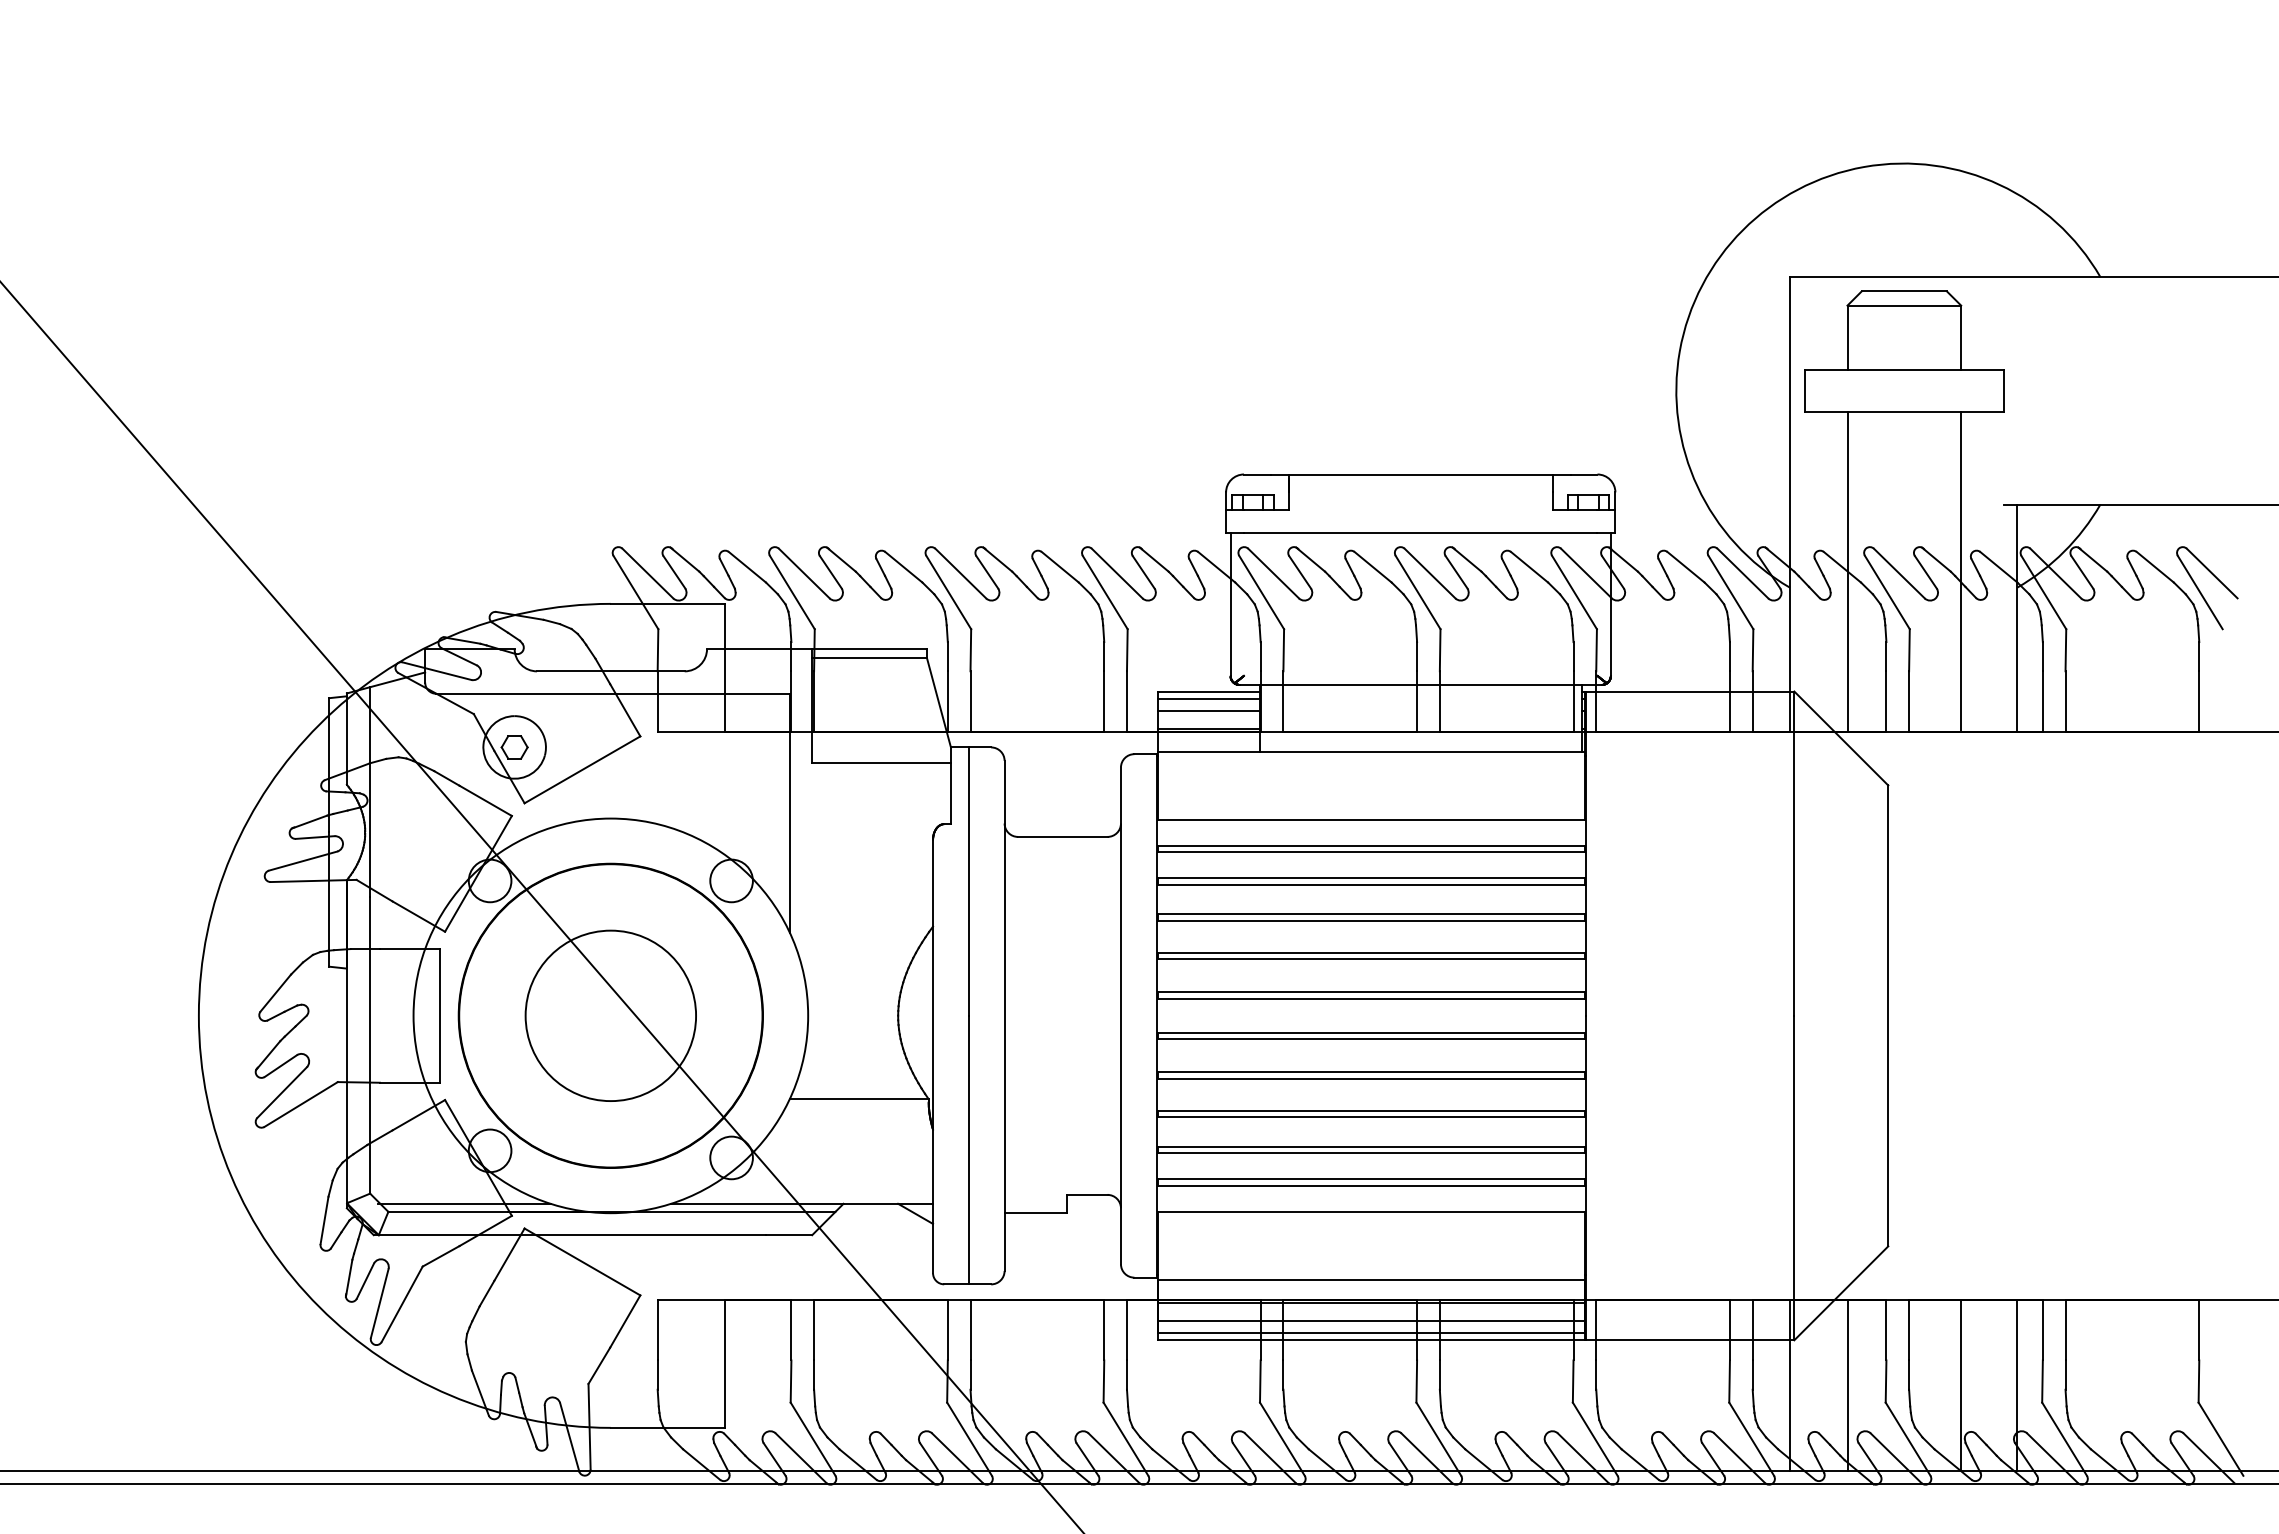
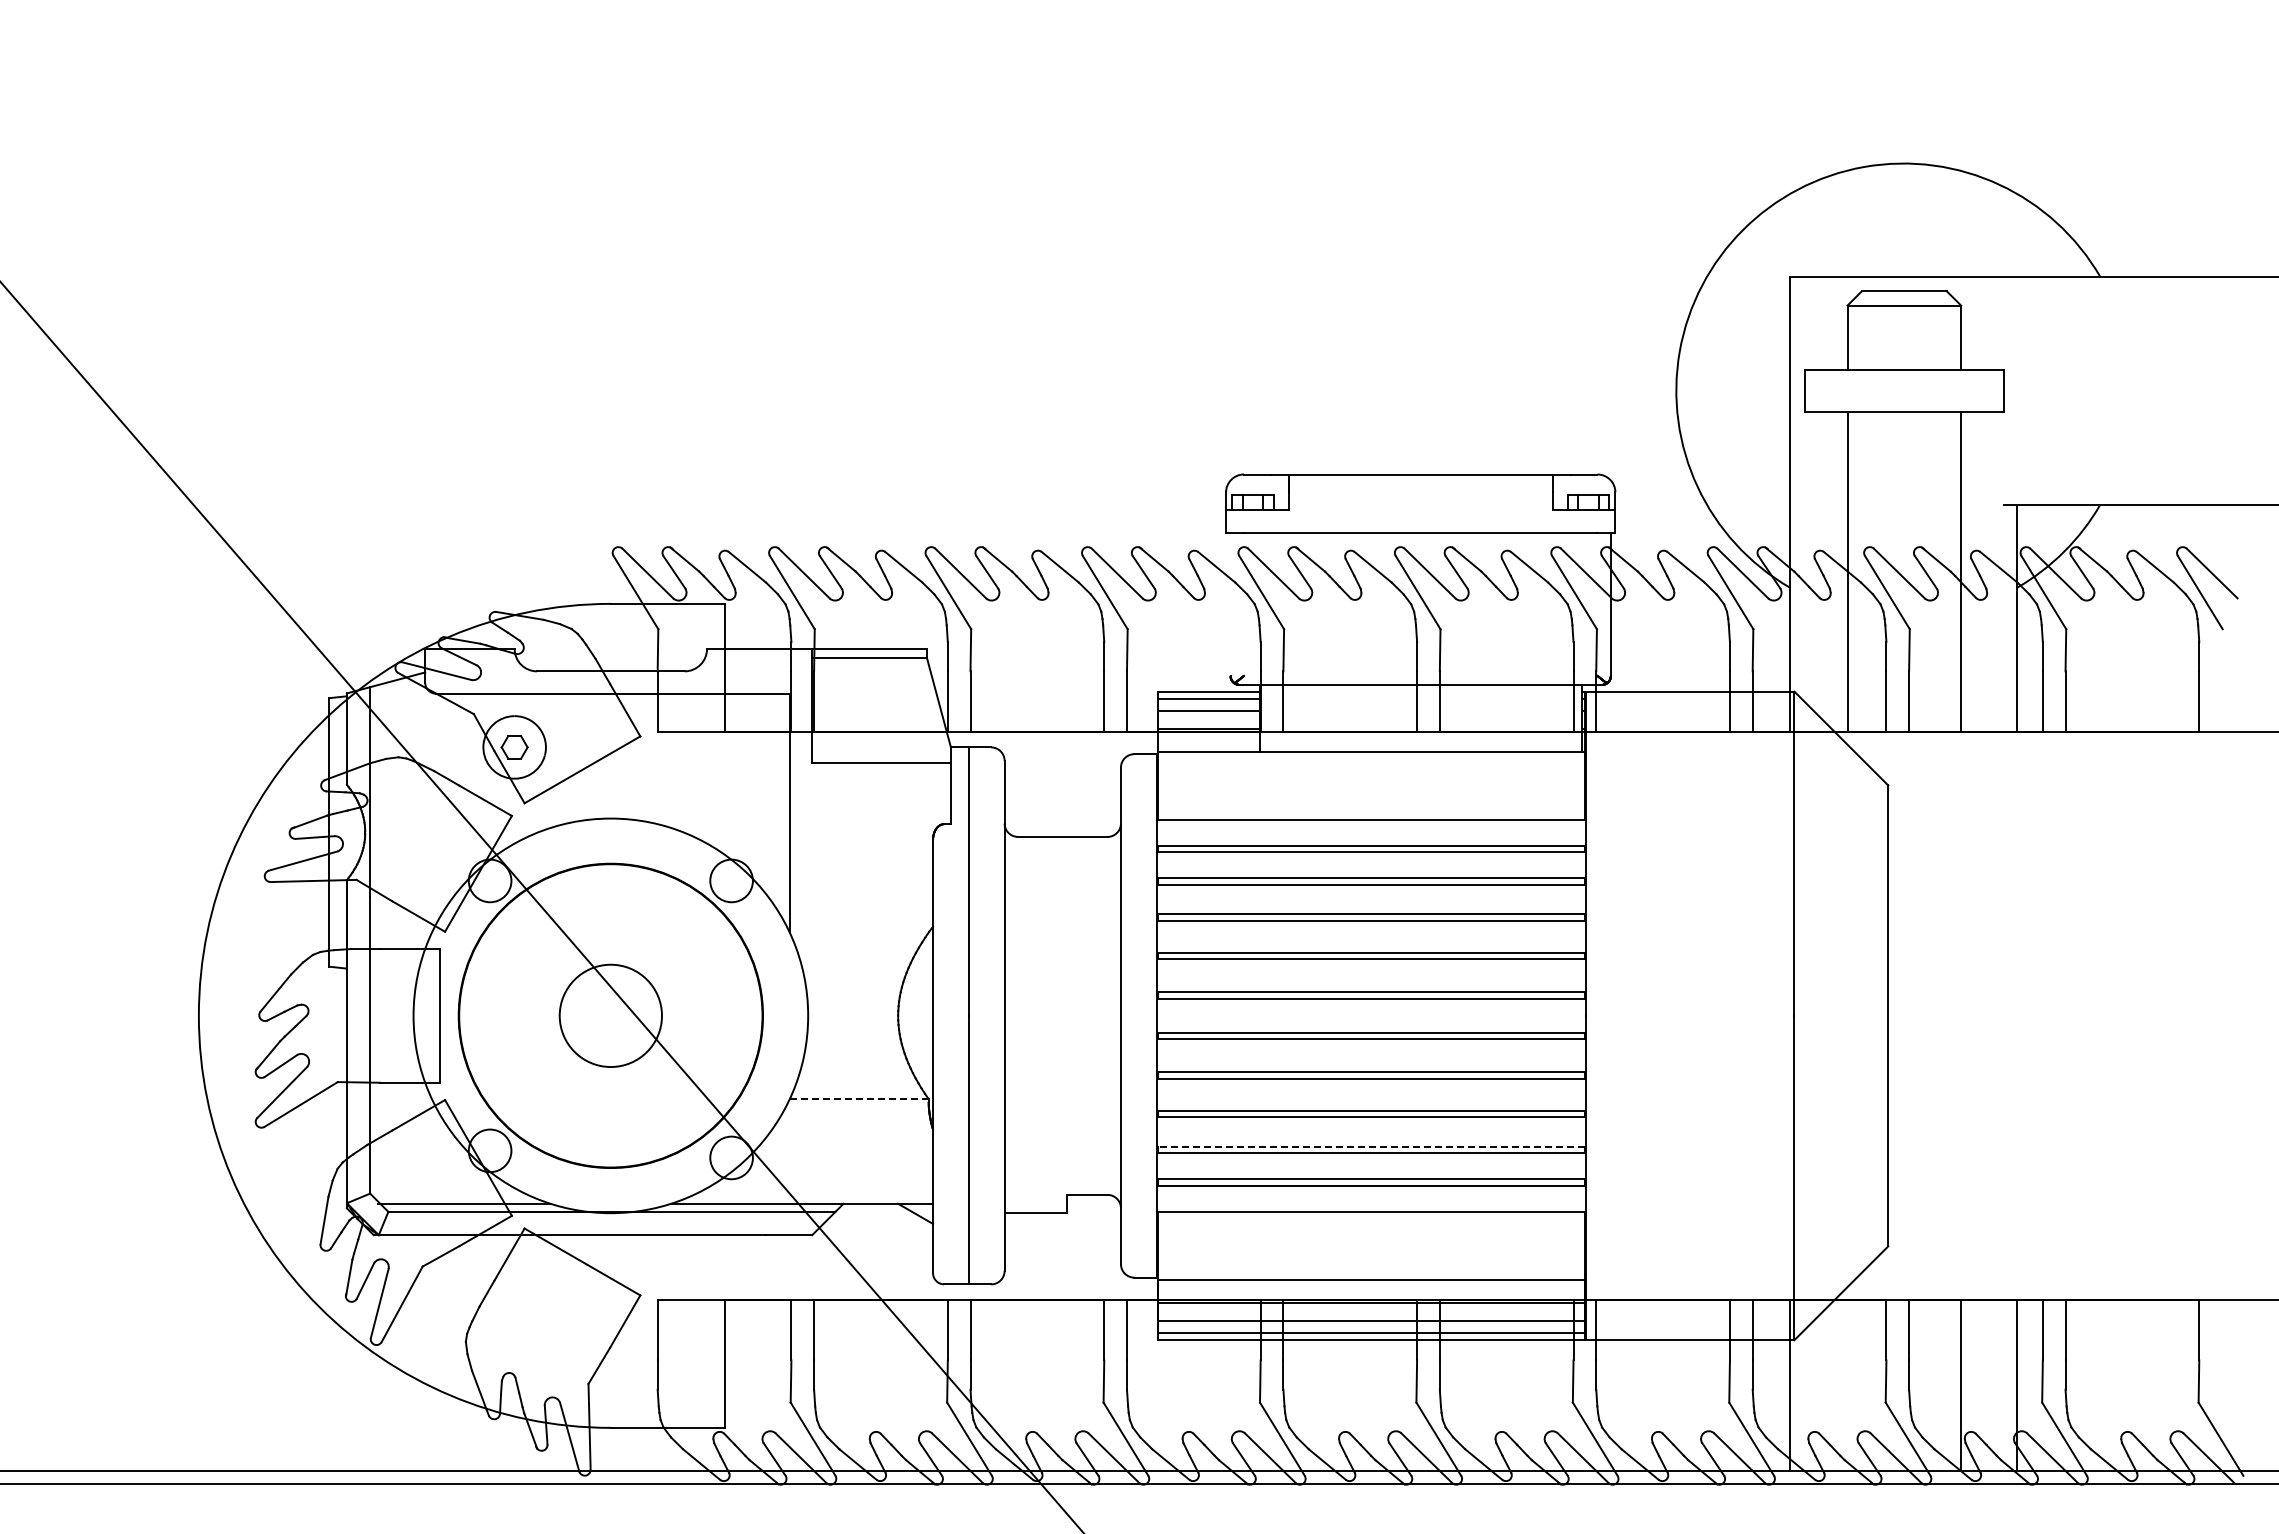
line at (1230, 603): present -> none
circle at (610, 1015) diameter: 170 px -> 102 px
line at (859, 1099): solid -> dashed
line at (1371, 1146): solid -> dashed
line at (1847, 1385): present -> none
